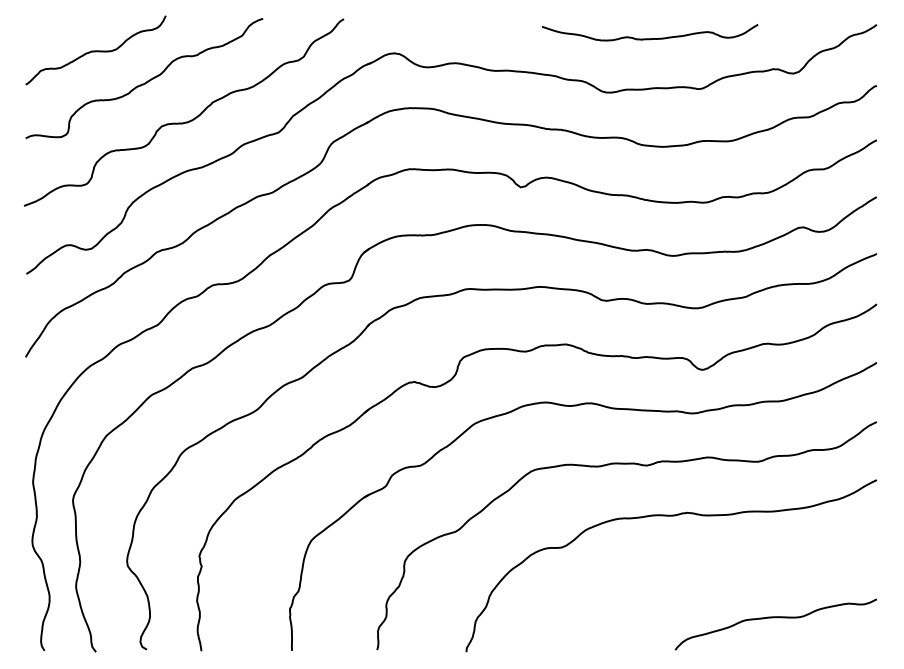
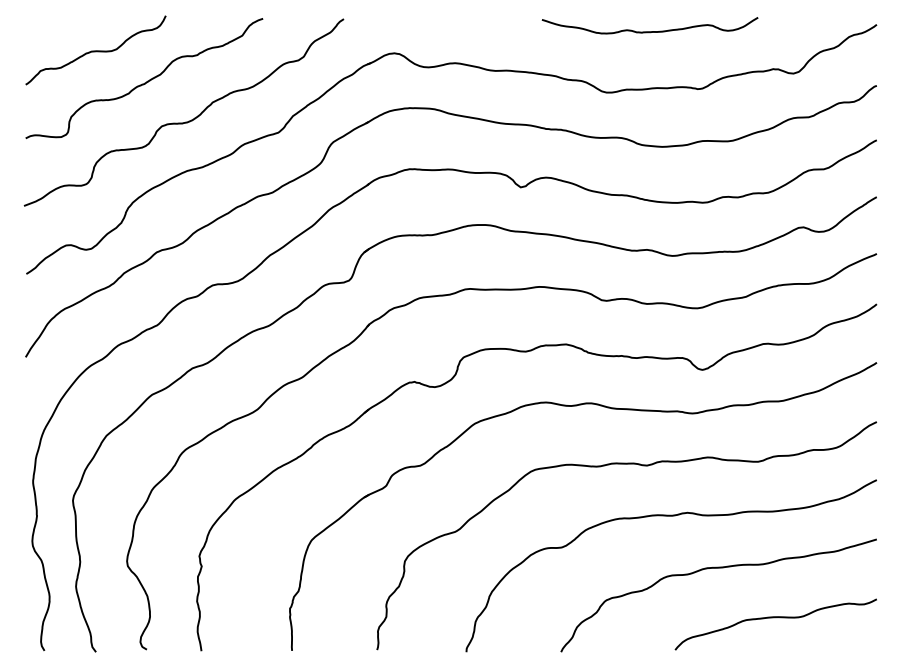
curve at (649, 38) position: (649, 38) -> (649, 31)
curve at (718, 568): none -> present
